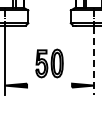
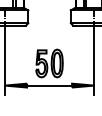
line at (94, 60): dashed -> solid
line at (49, 85): none -> present
